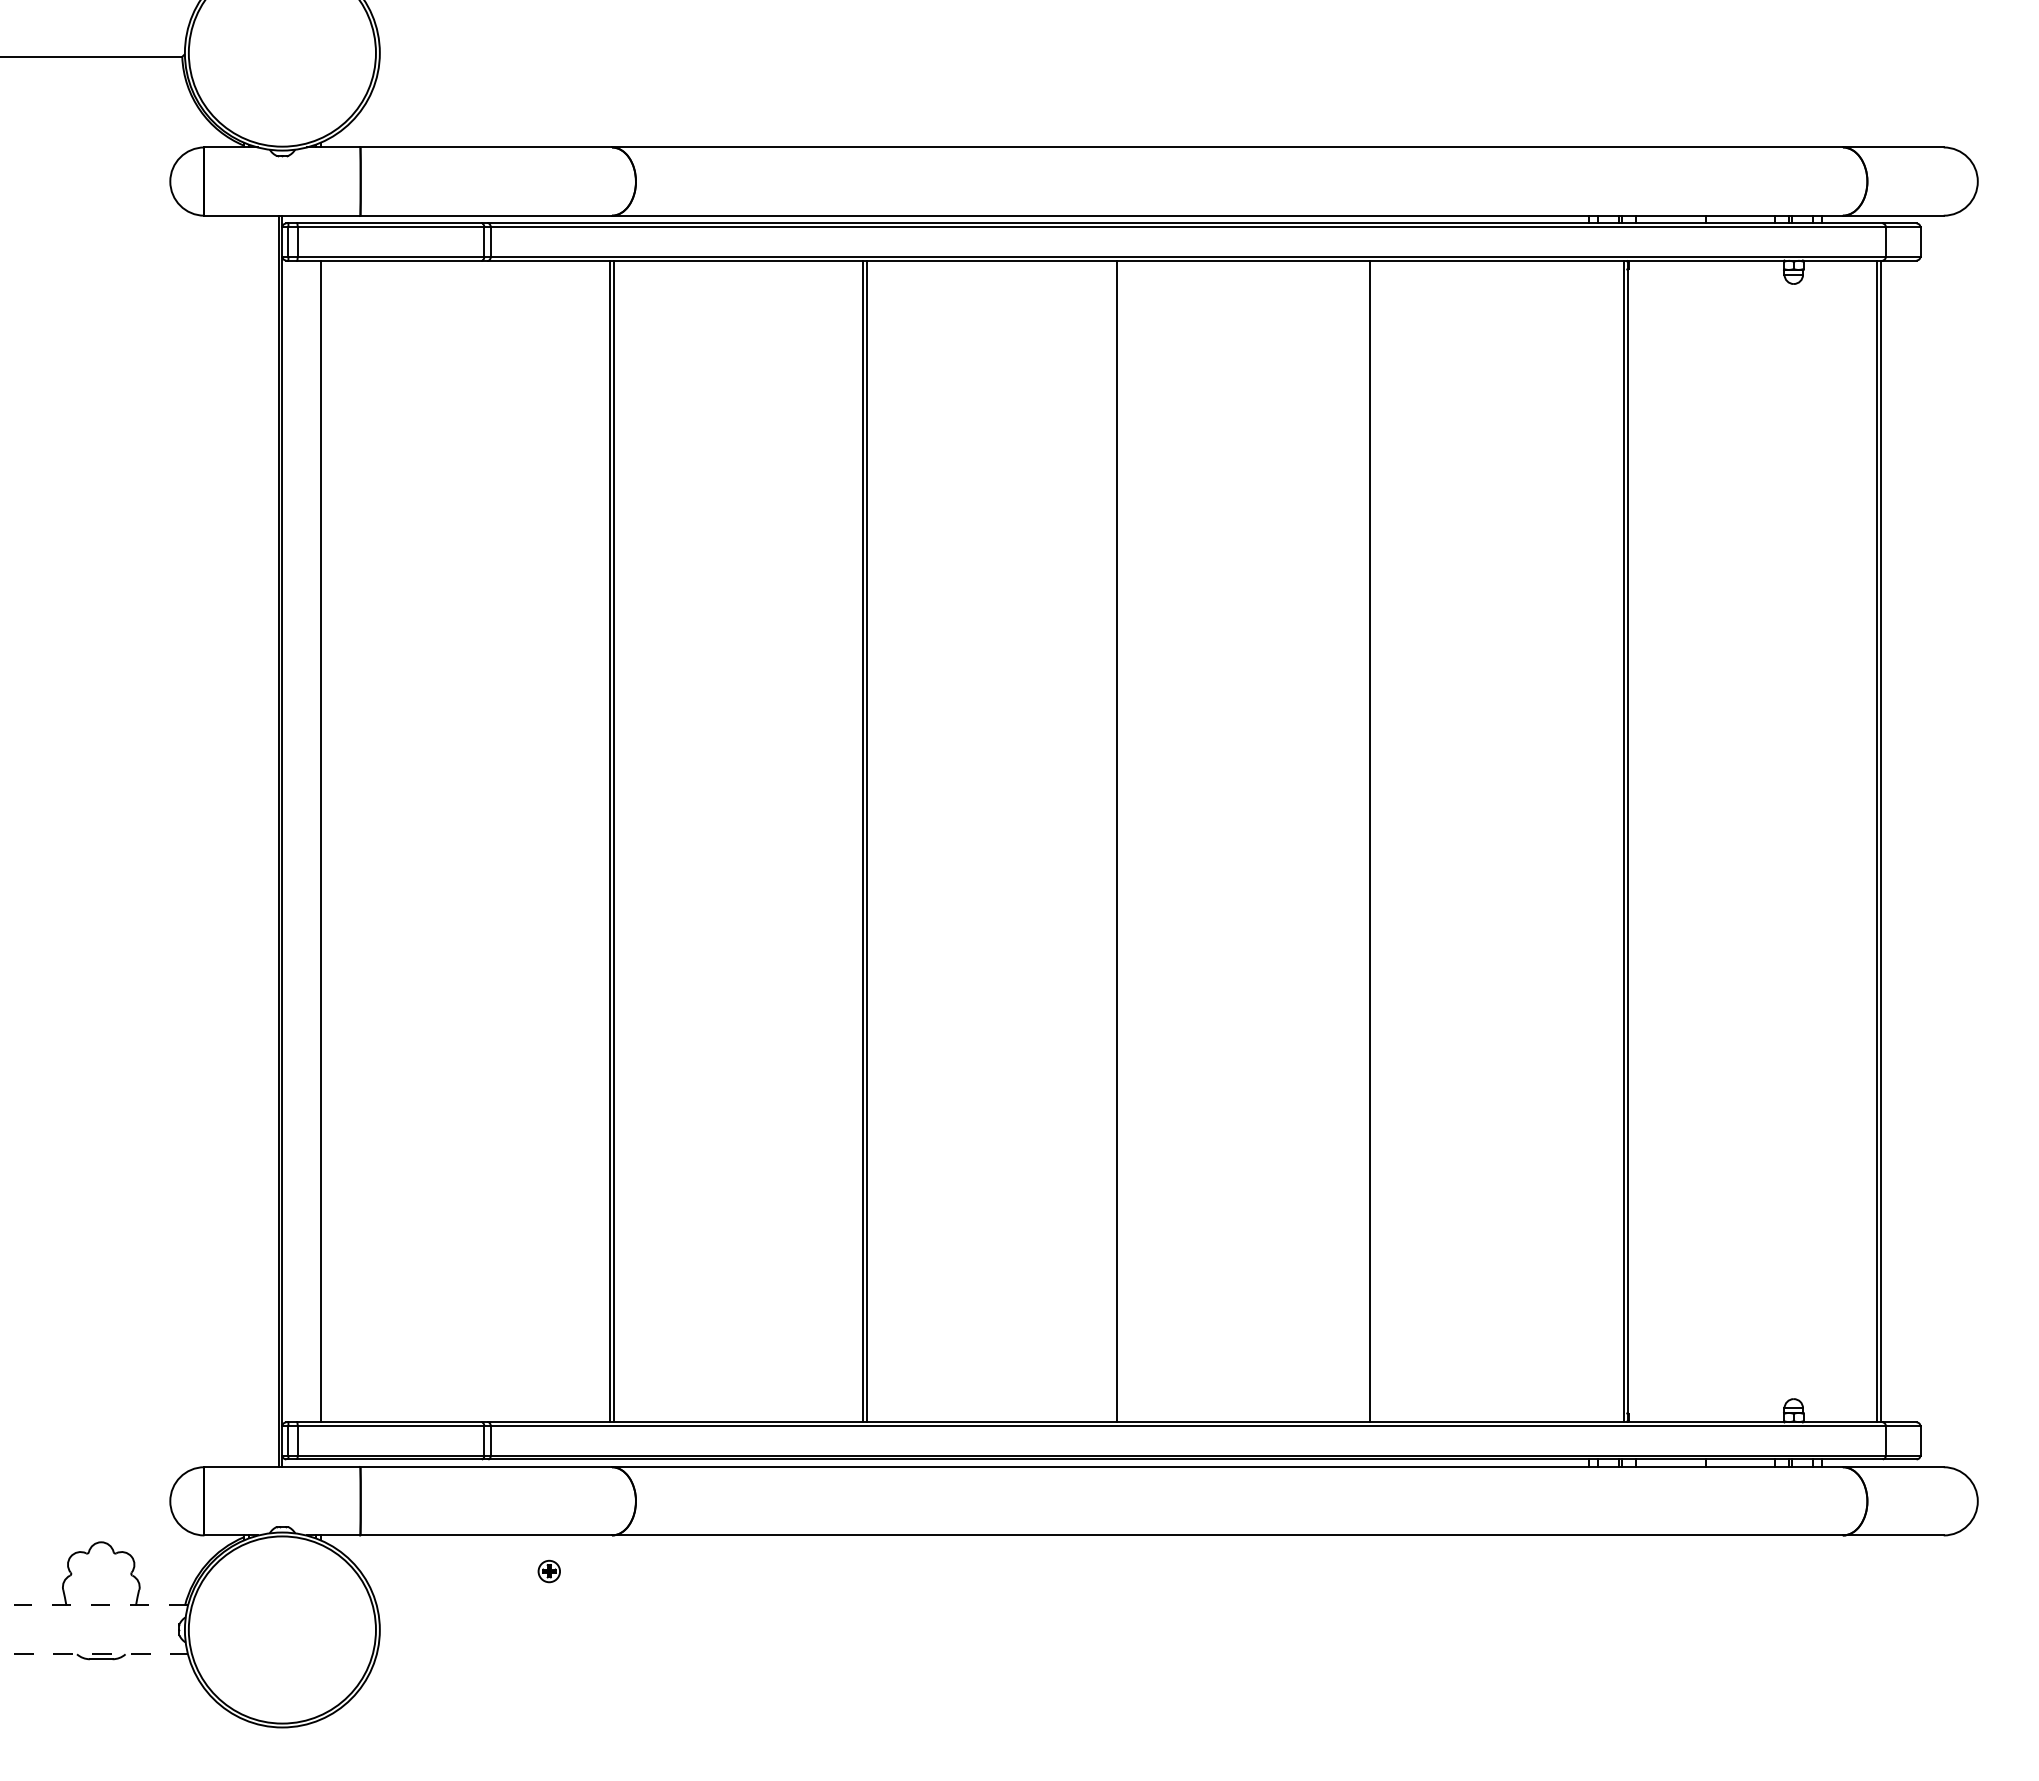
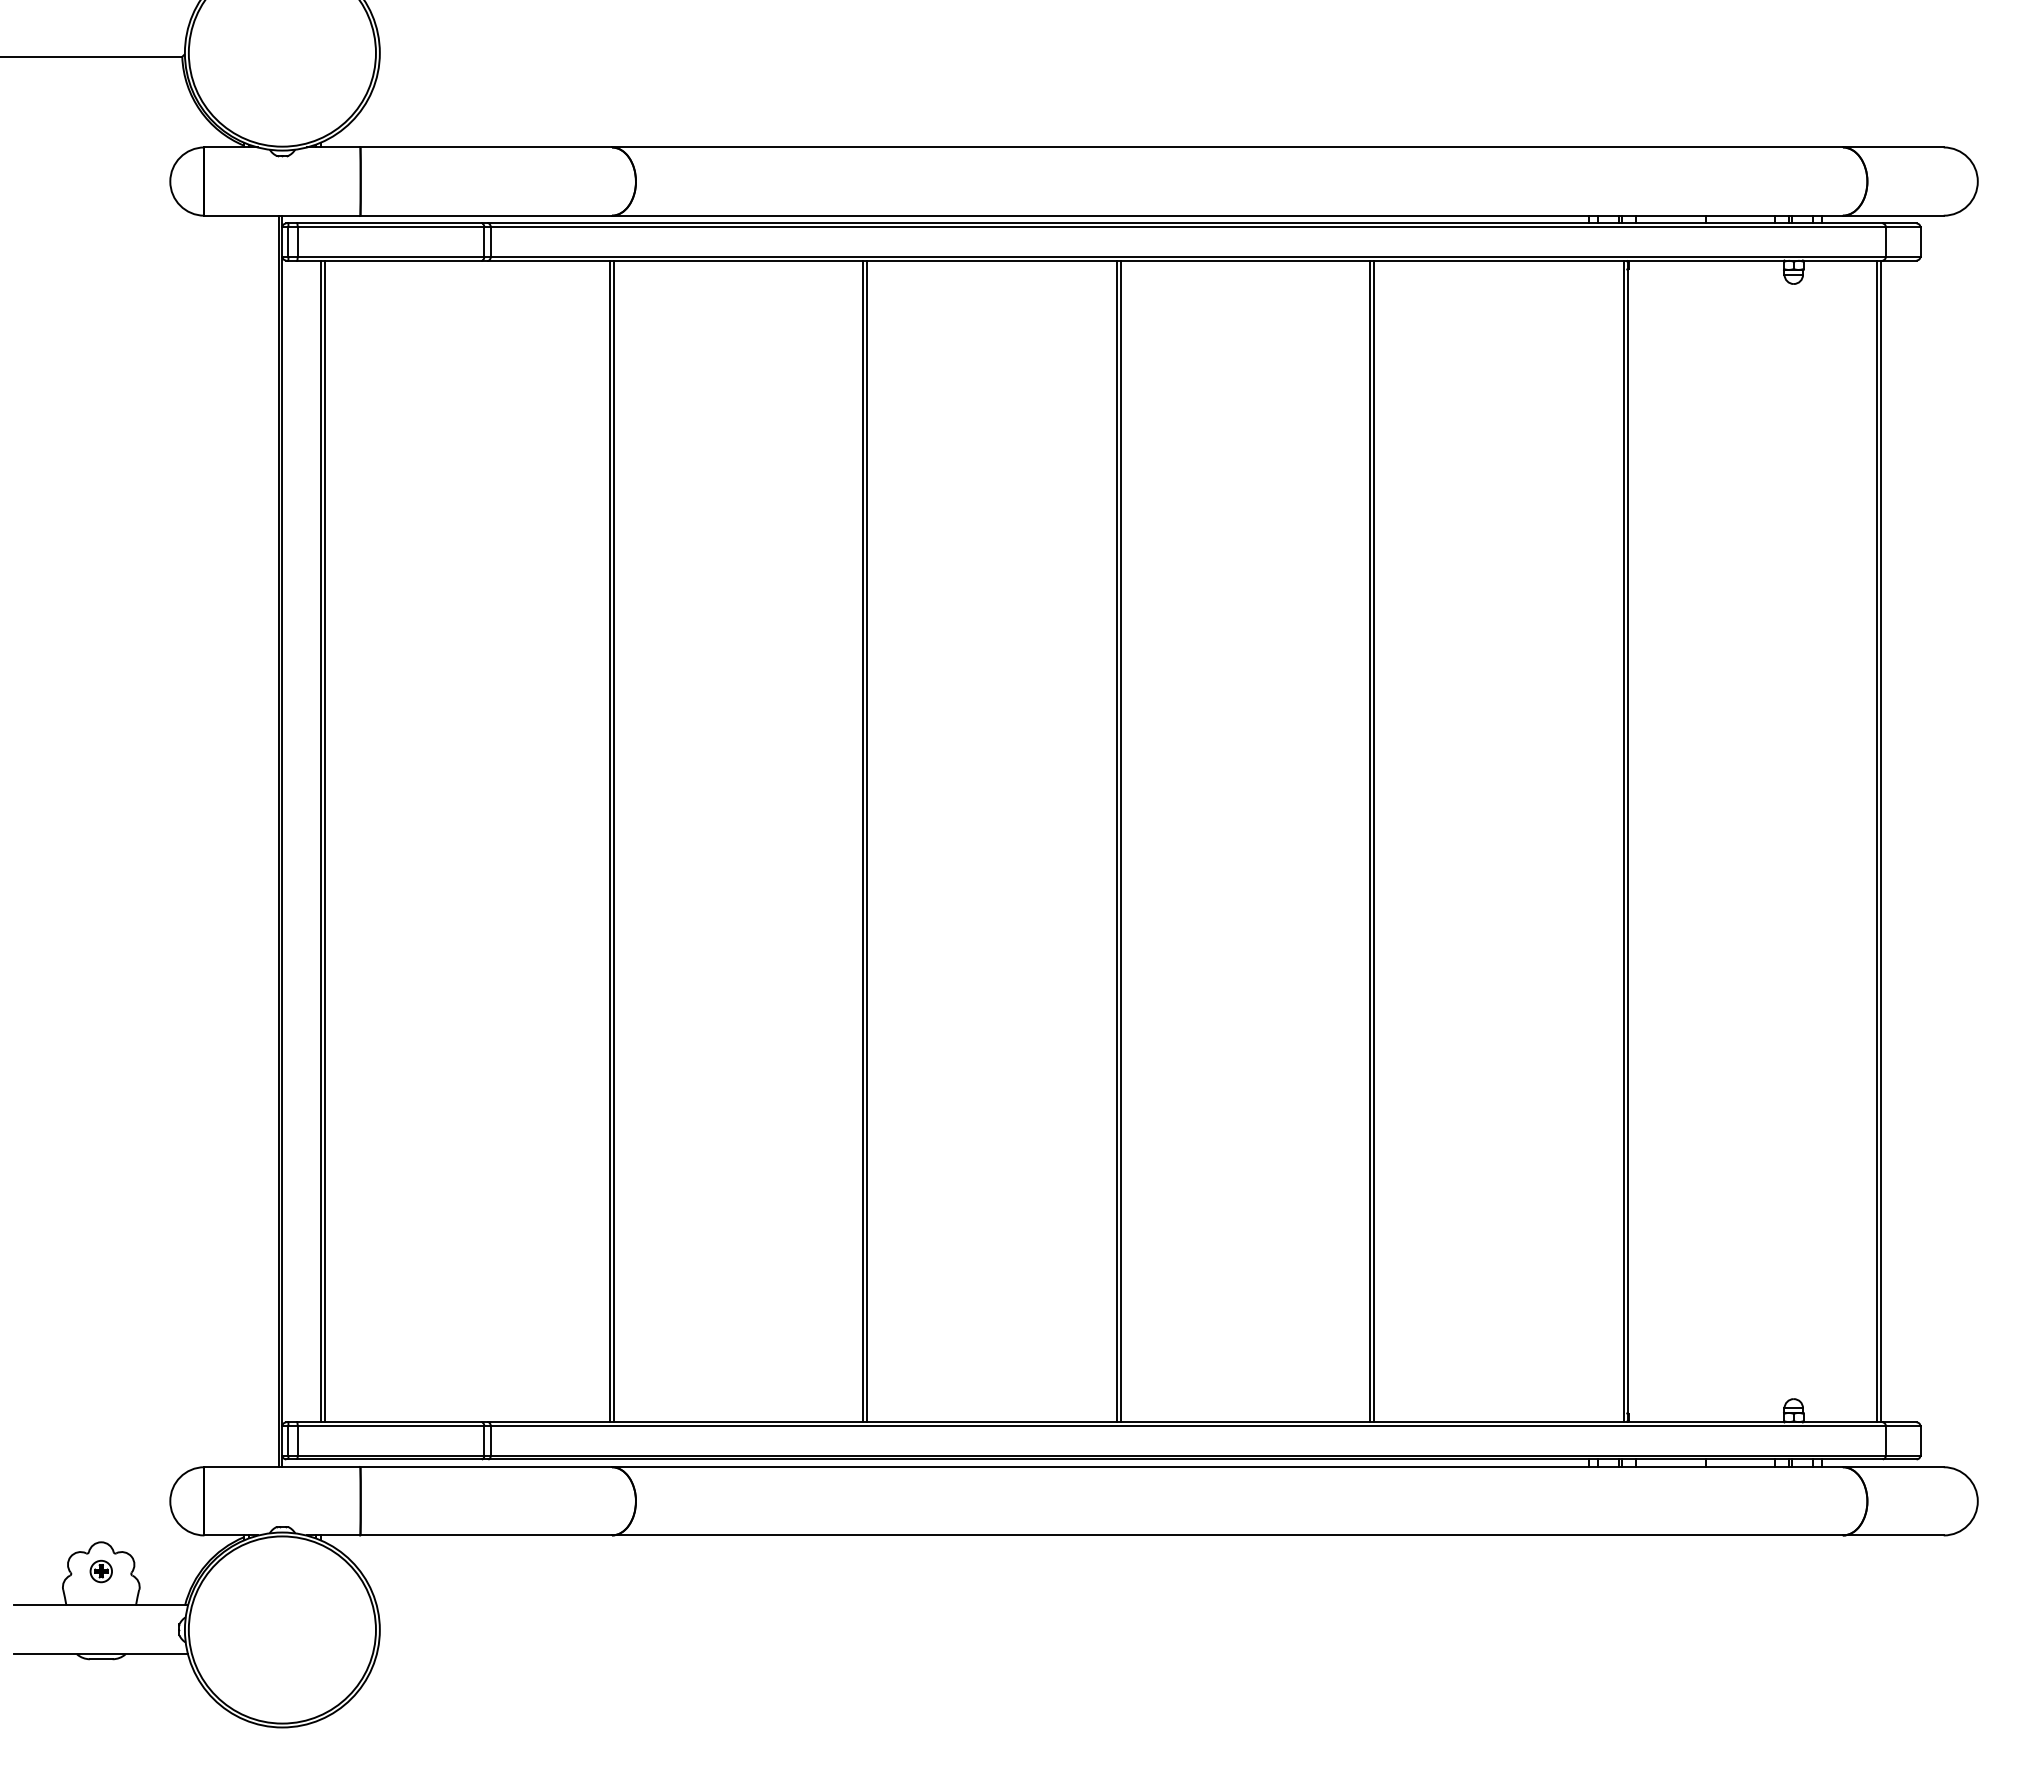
line at (325, 841): none -> present
line at (1120, 841): none -> present
line at (1374, 841): none -> present
part at (548, 1571) position: (548, 1571) -> (100, 1571)
line at (101, 1605): dashed -> solid
line at (101, 1654): dashed -> solid
